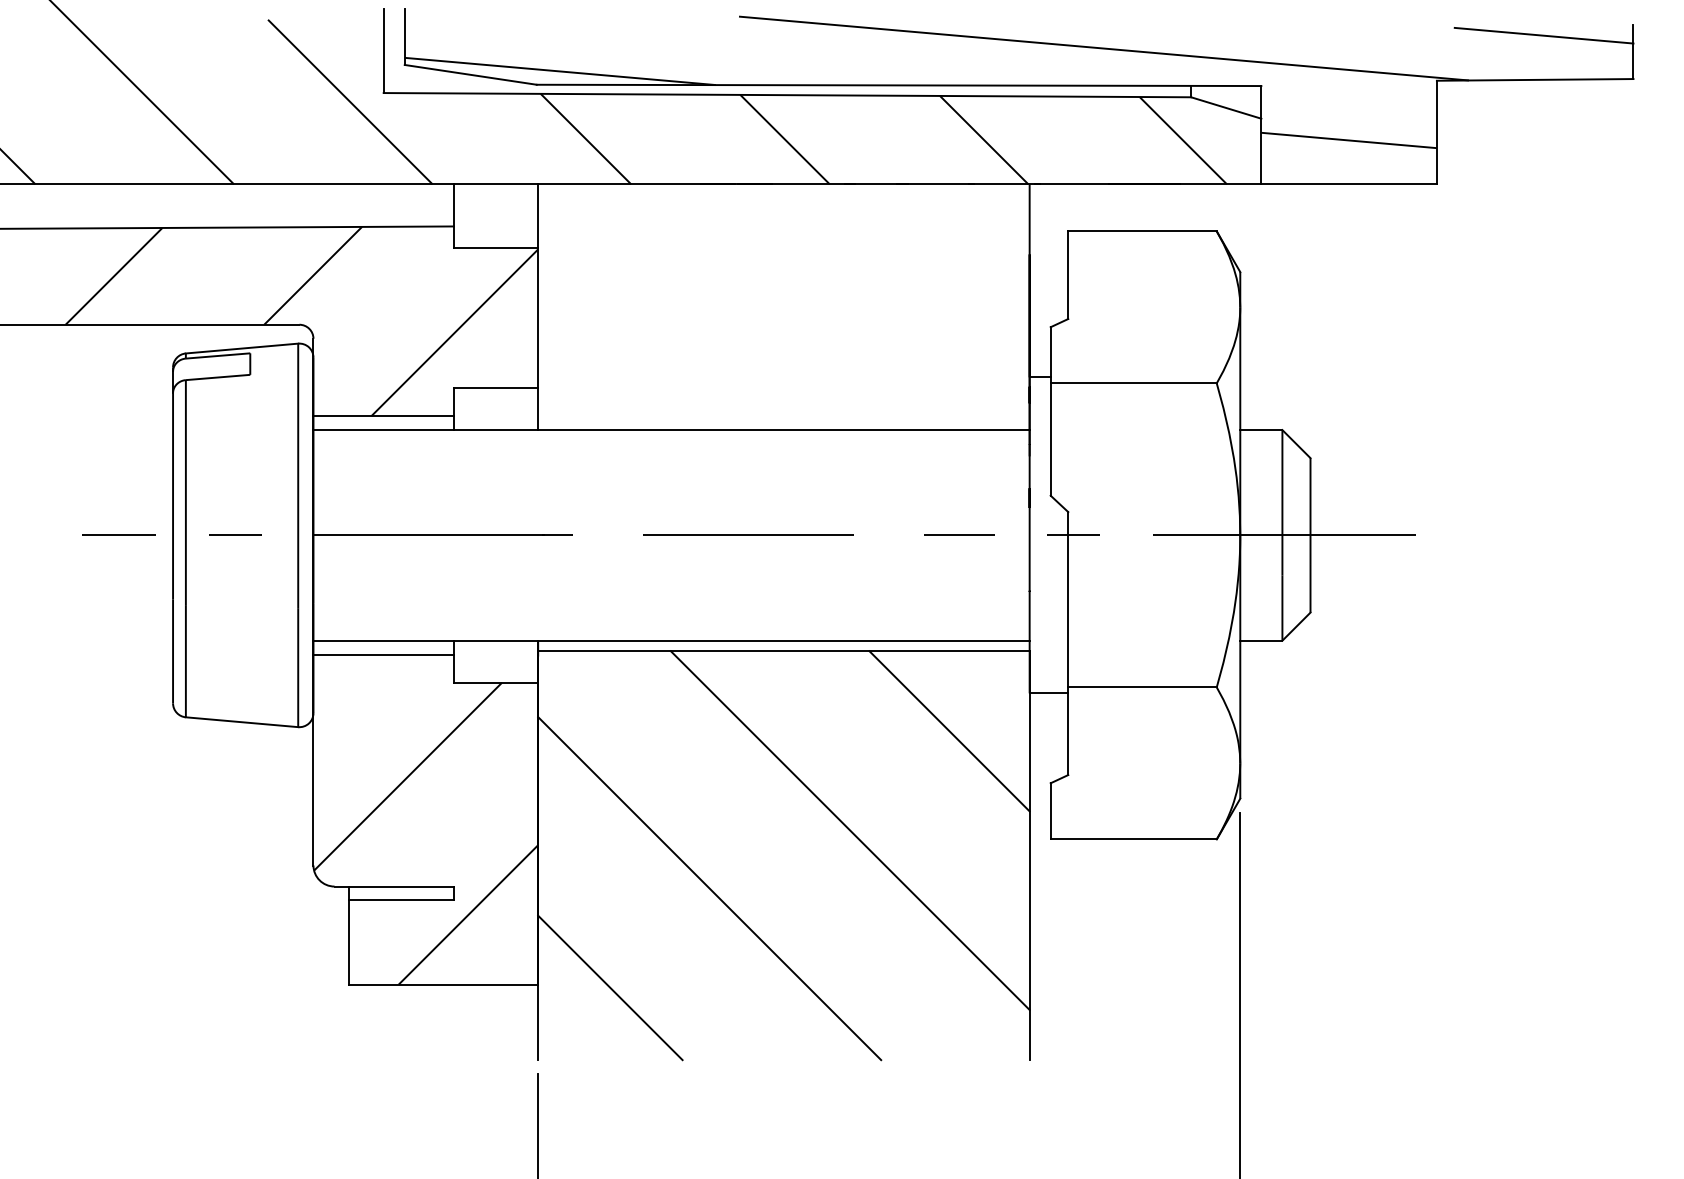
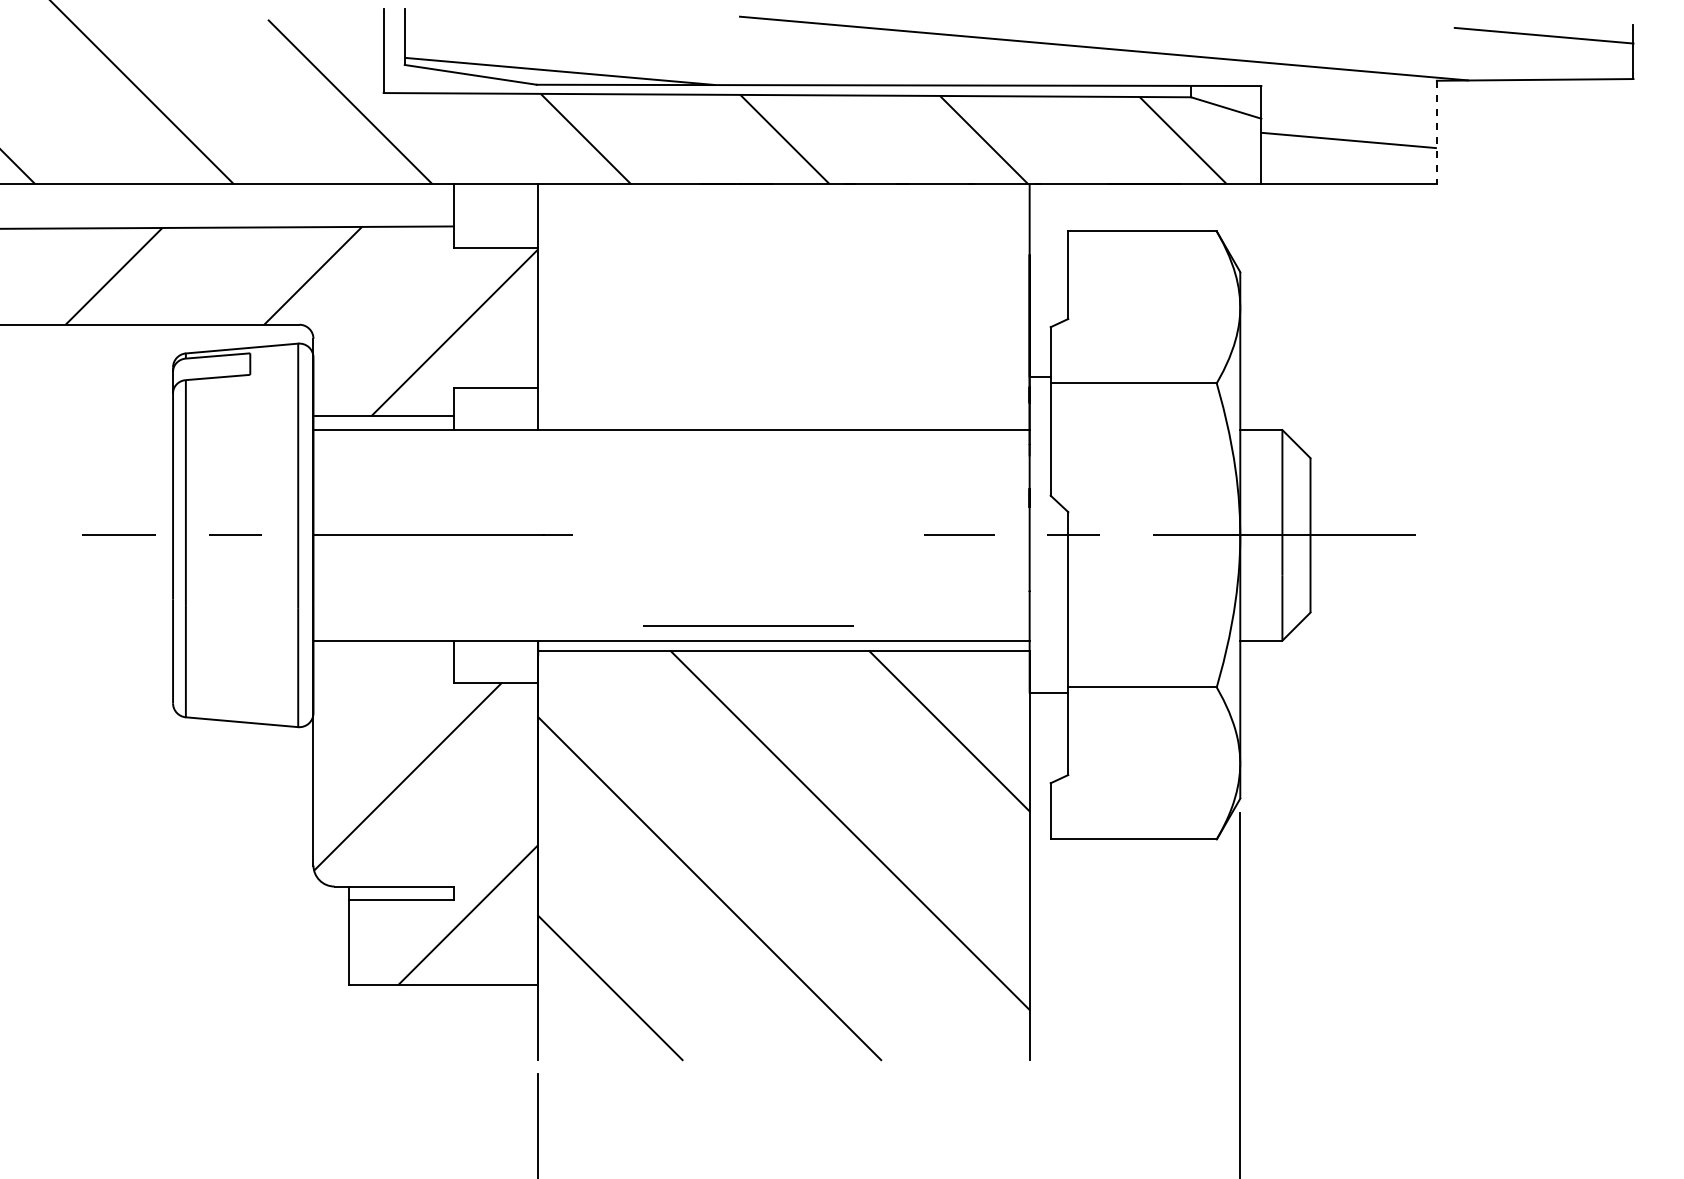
line at (1436, 132): solid -> dashed
line at (748, 534) position: (748, 534) -> (748, 625)
line at (383, 654): present -> none
